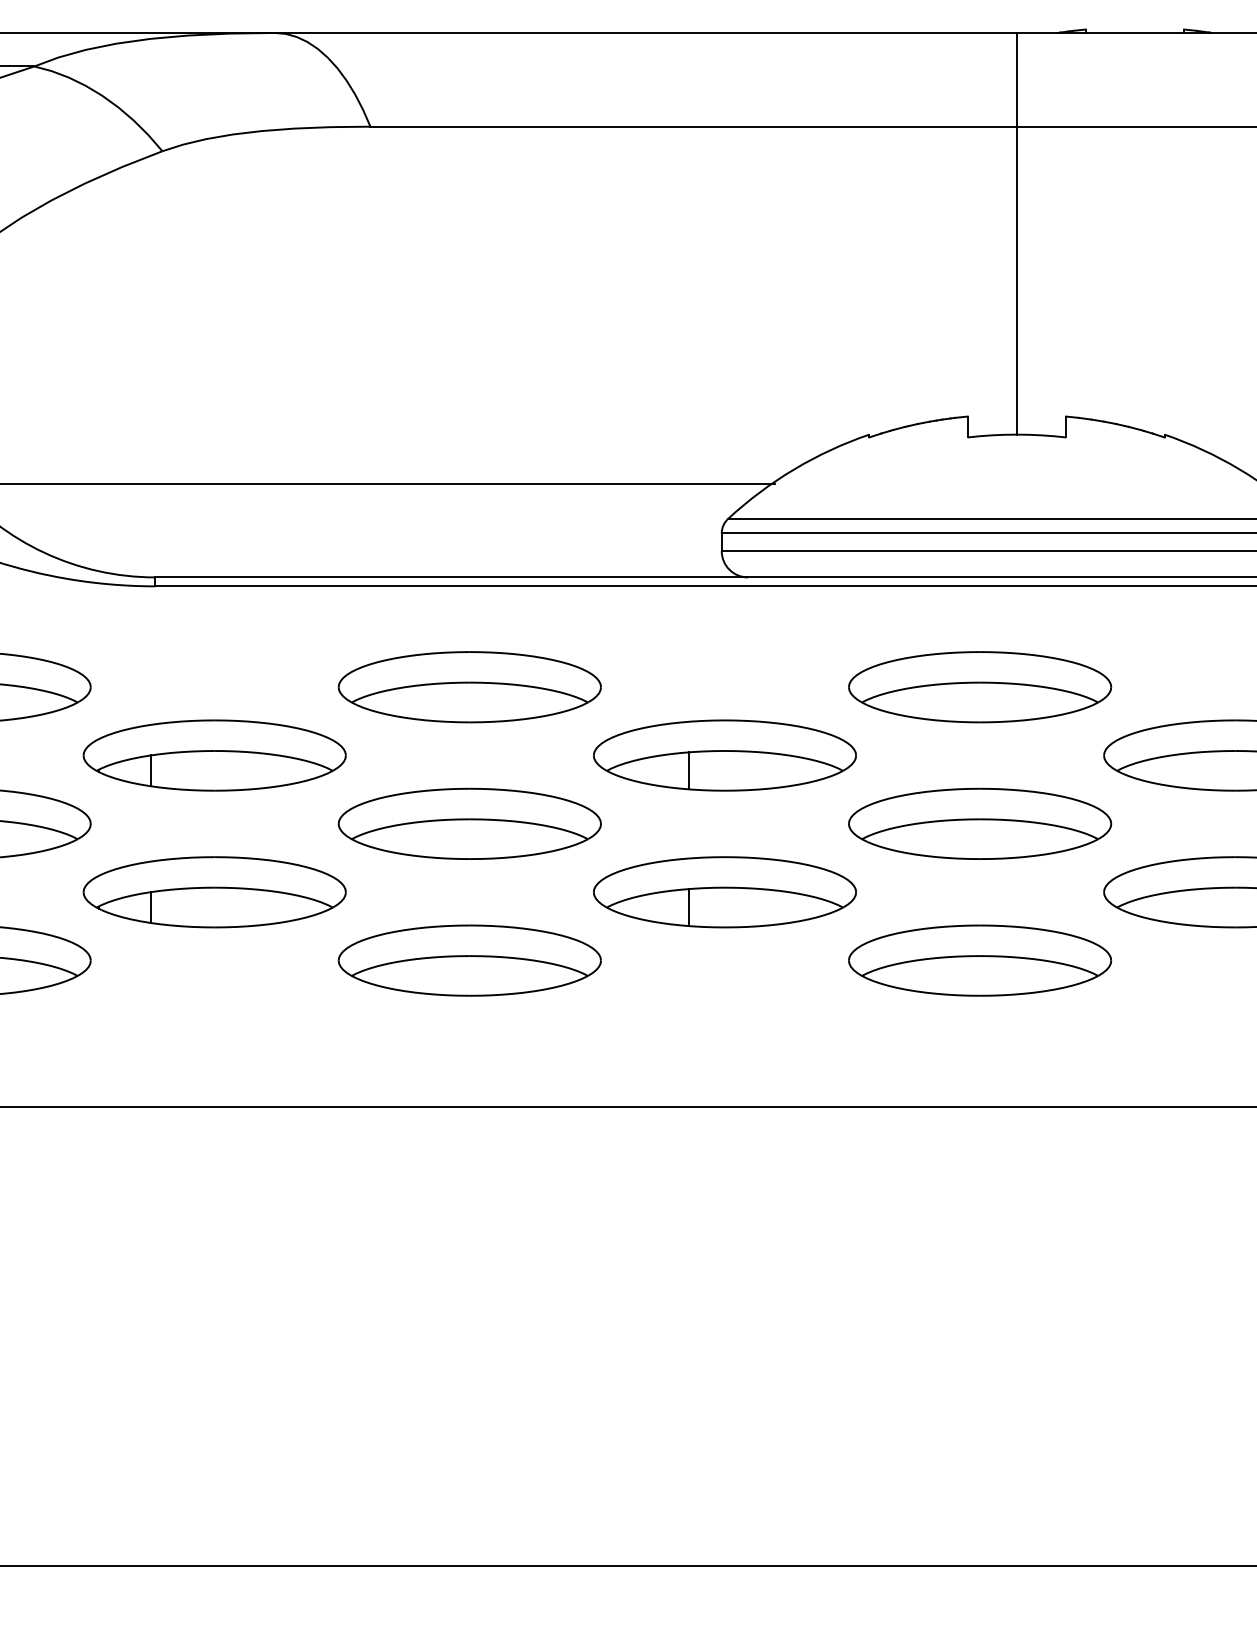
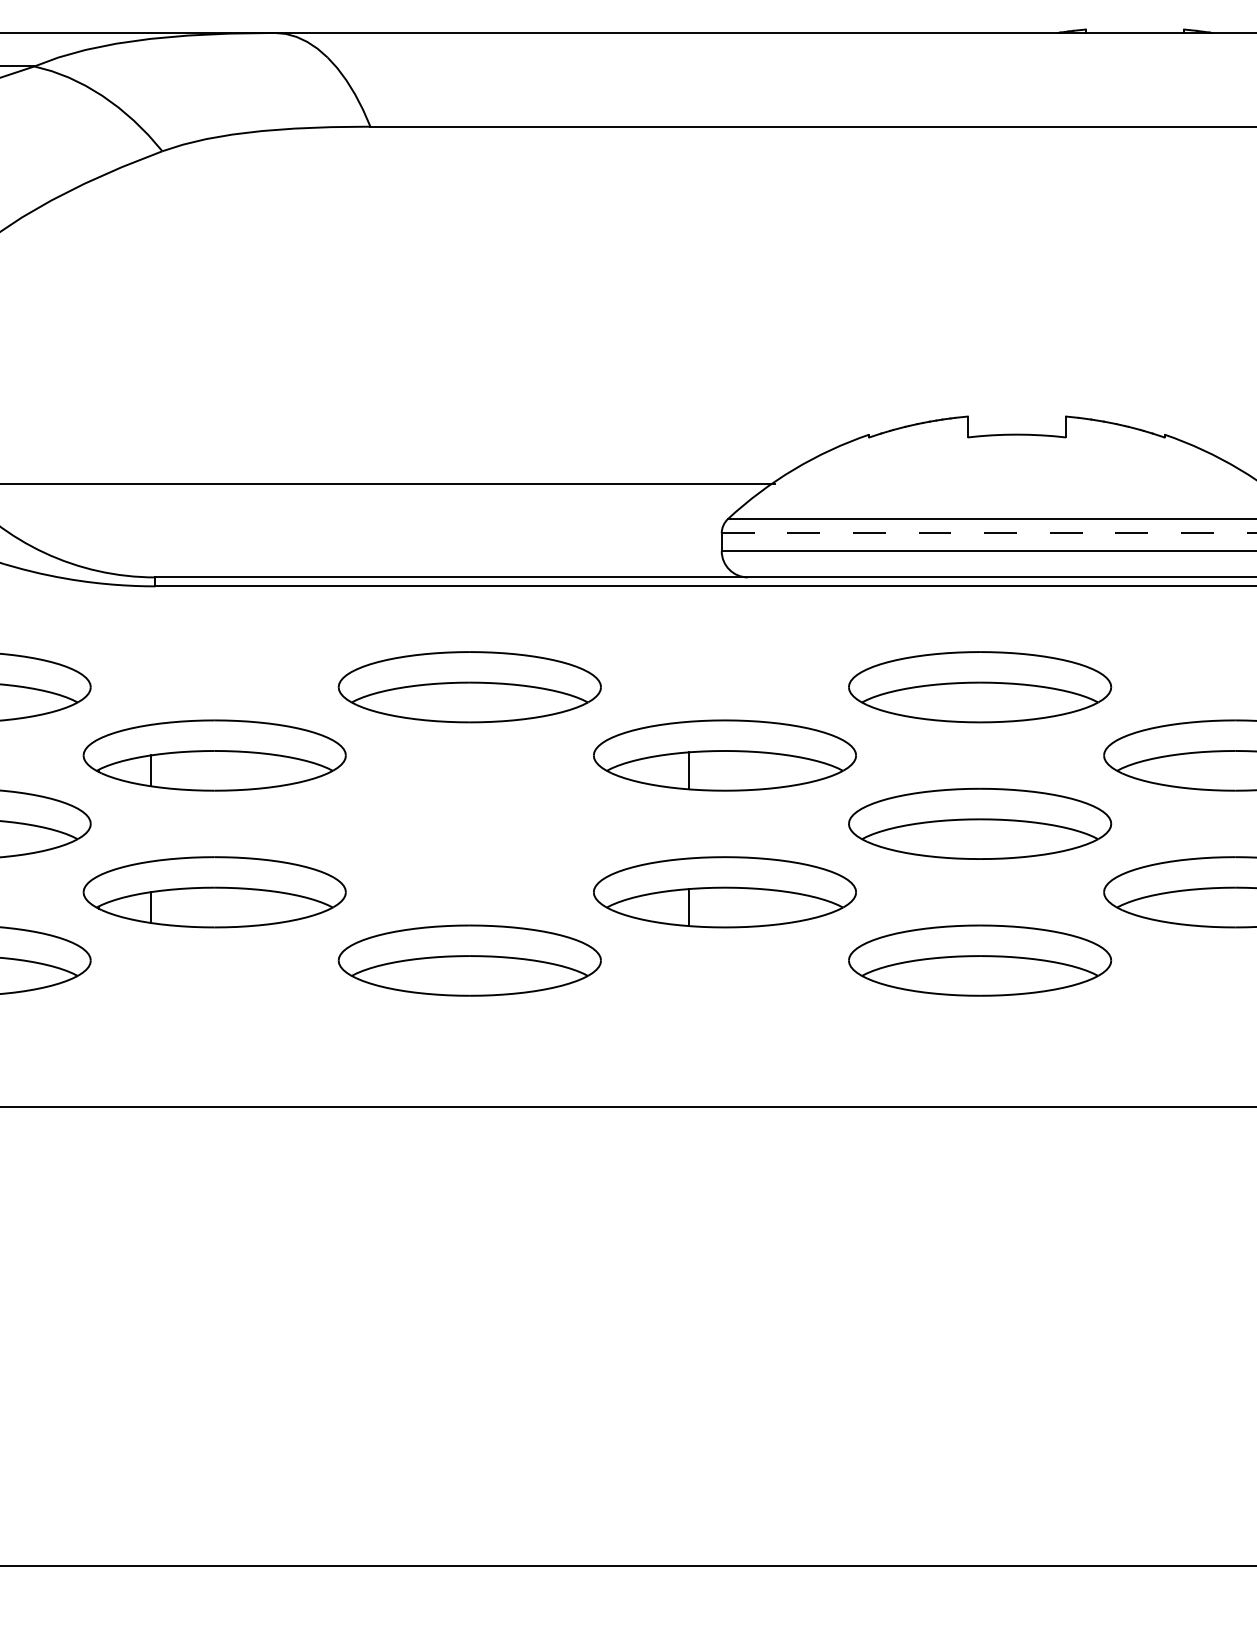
line at (1016, 233): present -> none
line at (989, 533): solid -> dashed
part at (469, 823): present -> none
